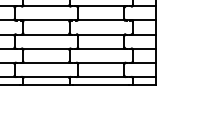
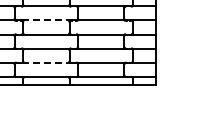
line at (46, 20): solid -> dashed
line at (46, 62): solid -> dashed
